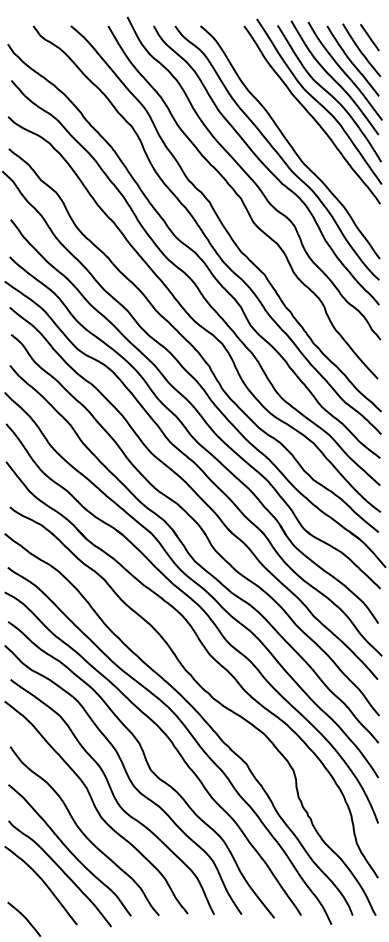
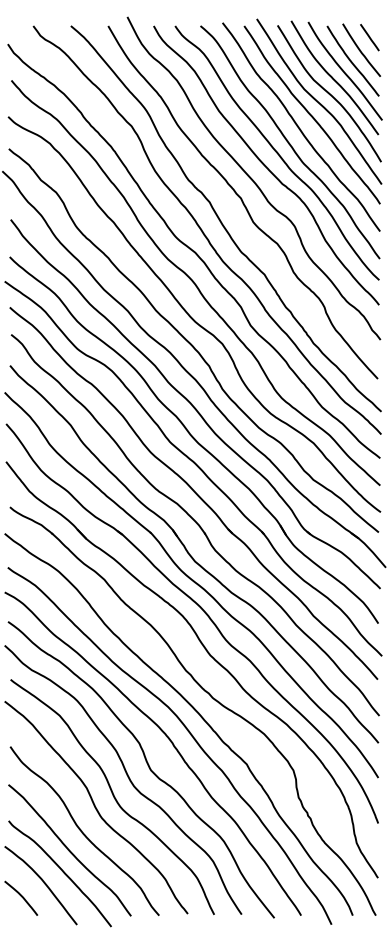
curve at (299, 126): none -> present
curve at (24, 918) position: (24, 918) -> (21, 897)
